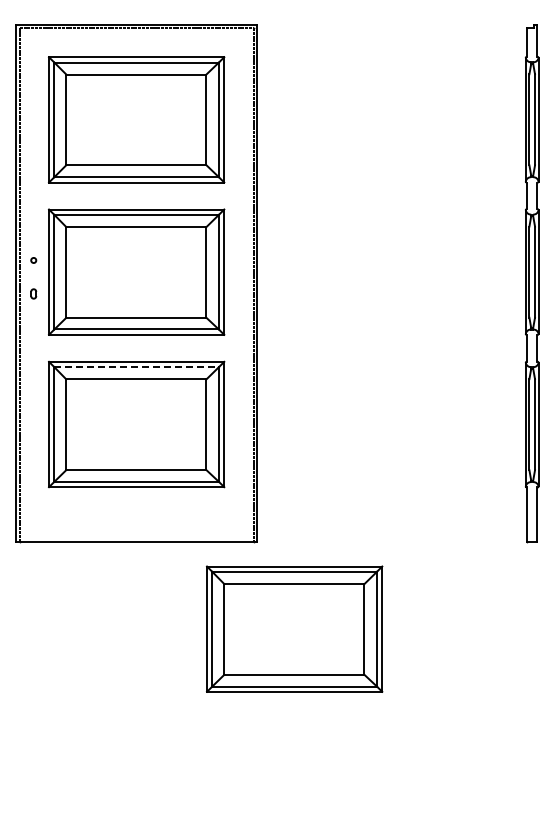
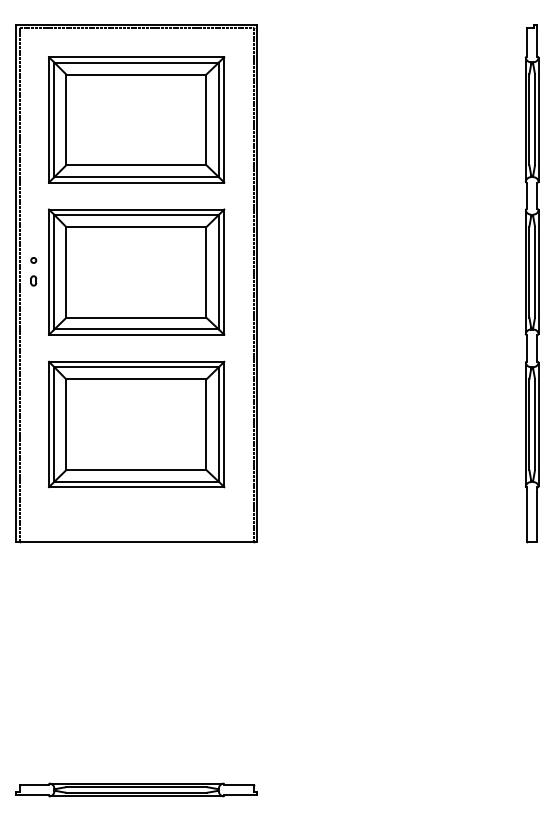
part at (33, 293) position: (33, 293) -> (33, 280)
line at (137, 367): dashed -> solid
part at (294, 628): present -> none
part at (136, 789): none -> present
